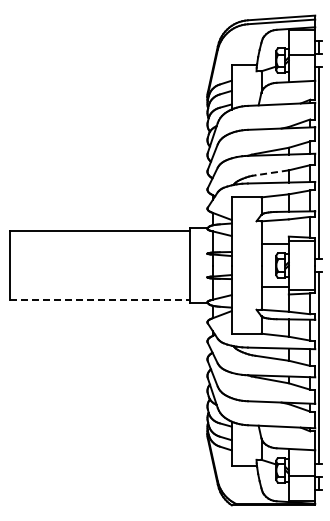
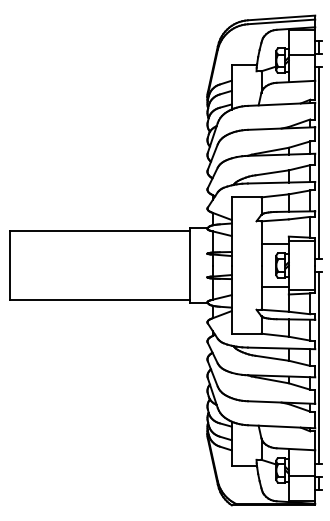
line at (272, 172): dashed -> solid
line at (99, 300): dashed -> solid
